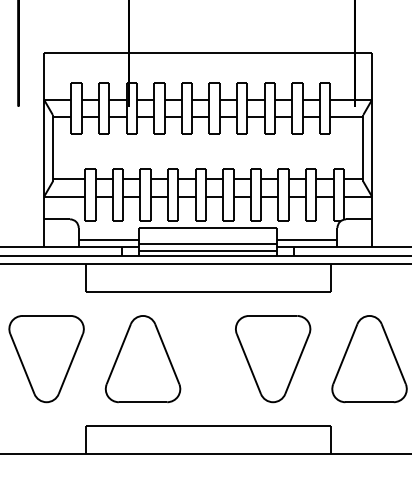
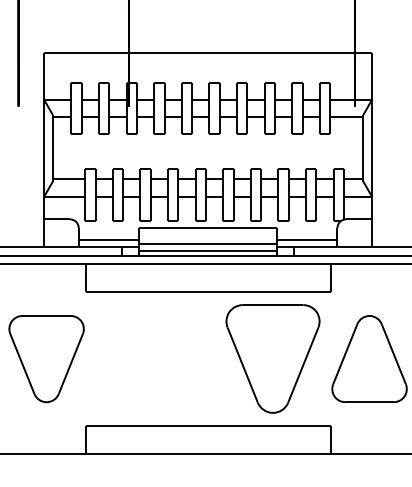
part at (142, 359): present -> none
part at (273, 359) size: 77x89 px -> 96x110 px
